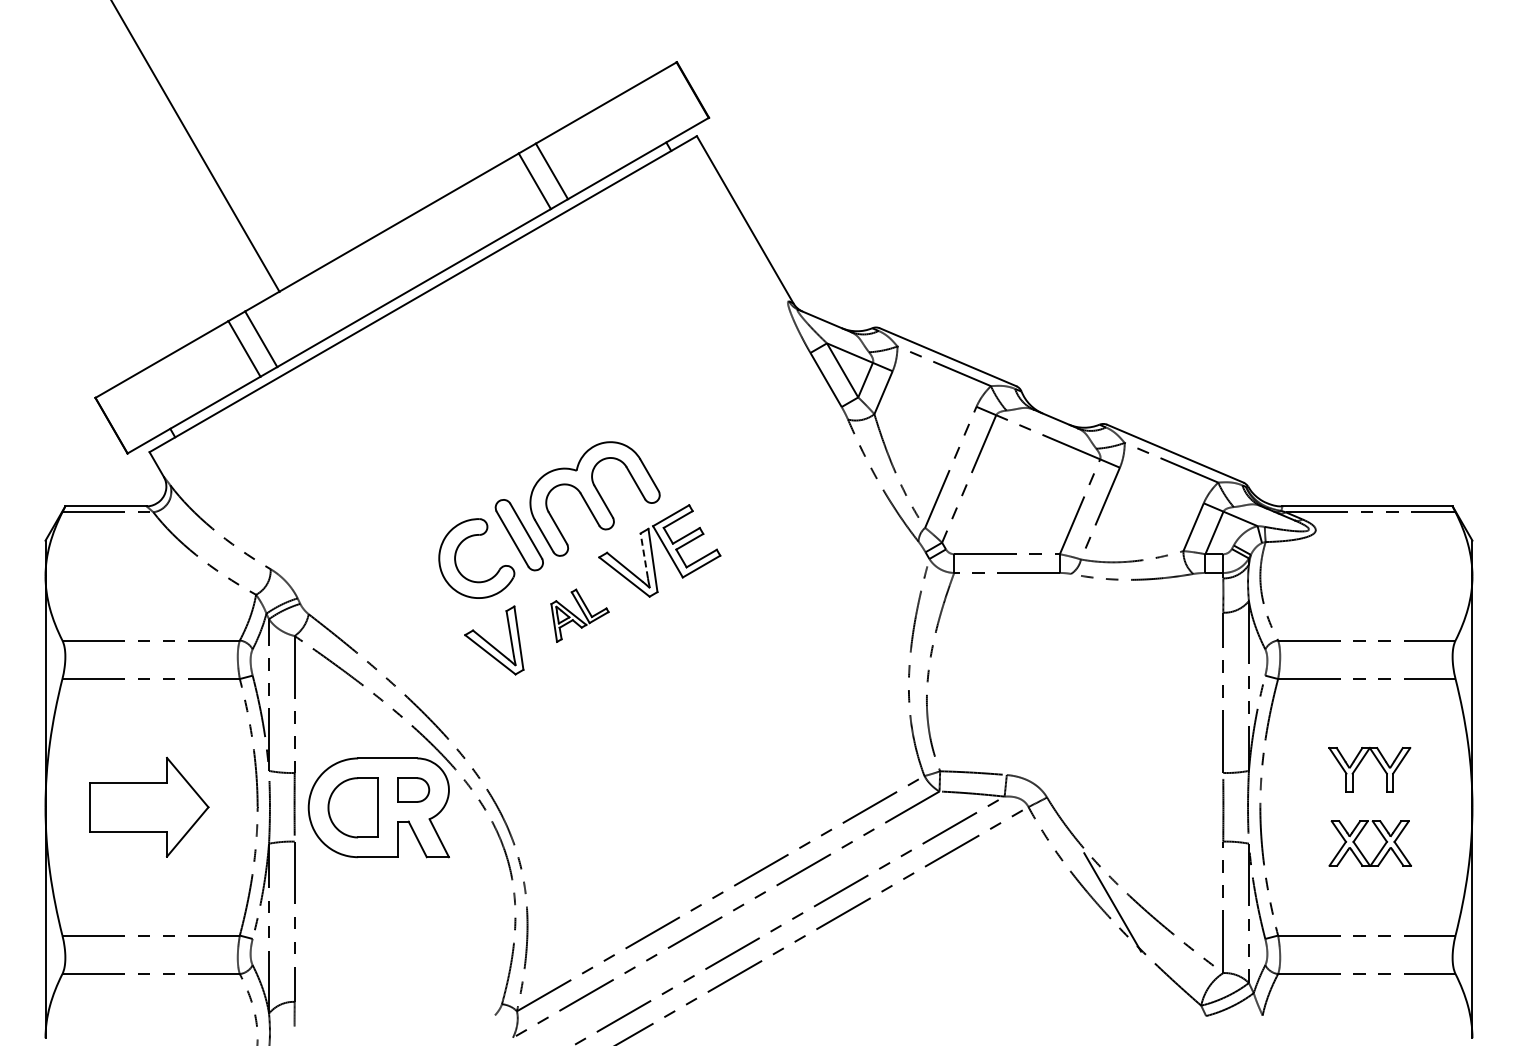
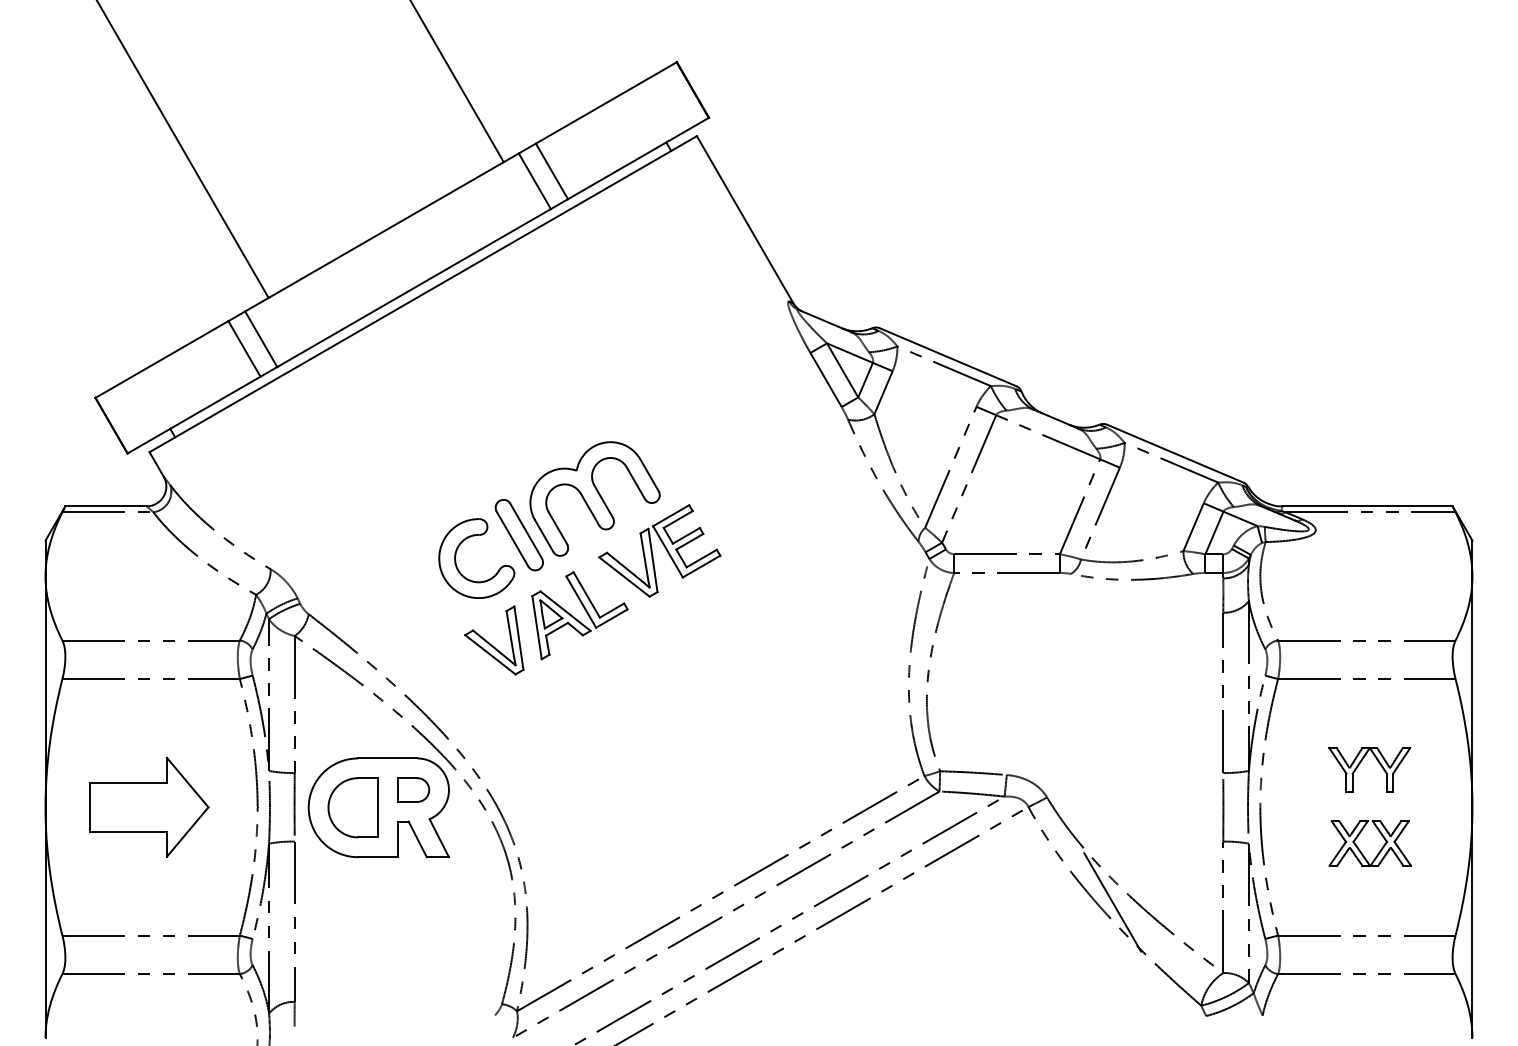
line at (457, 82): none -> present
line at (195, 146) position: (195, 146) -> (182, 149)
line at (644, 555): dashed -> solid
part at (579, 615) size: 60x55 px -> 98x90 px
